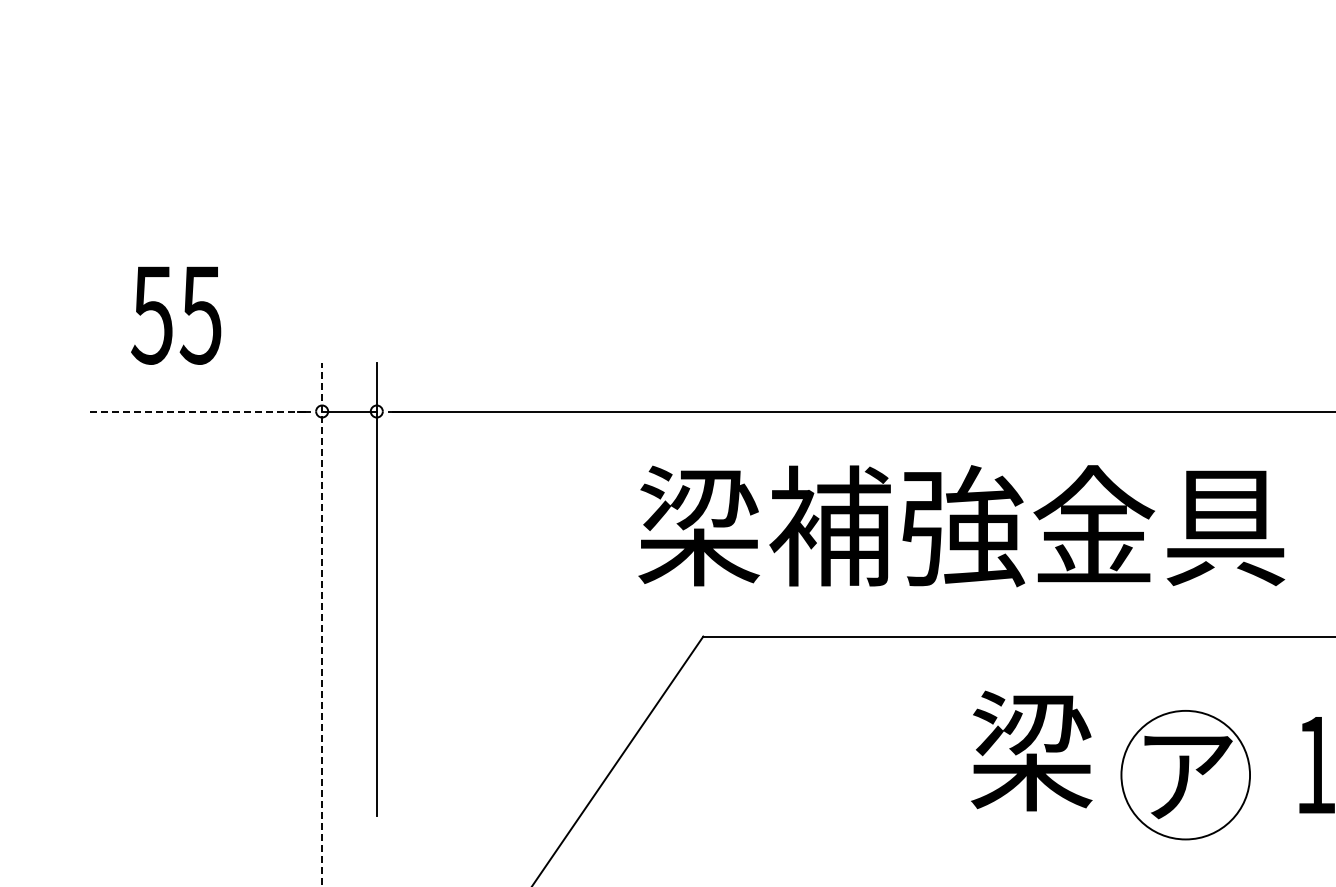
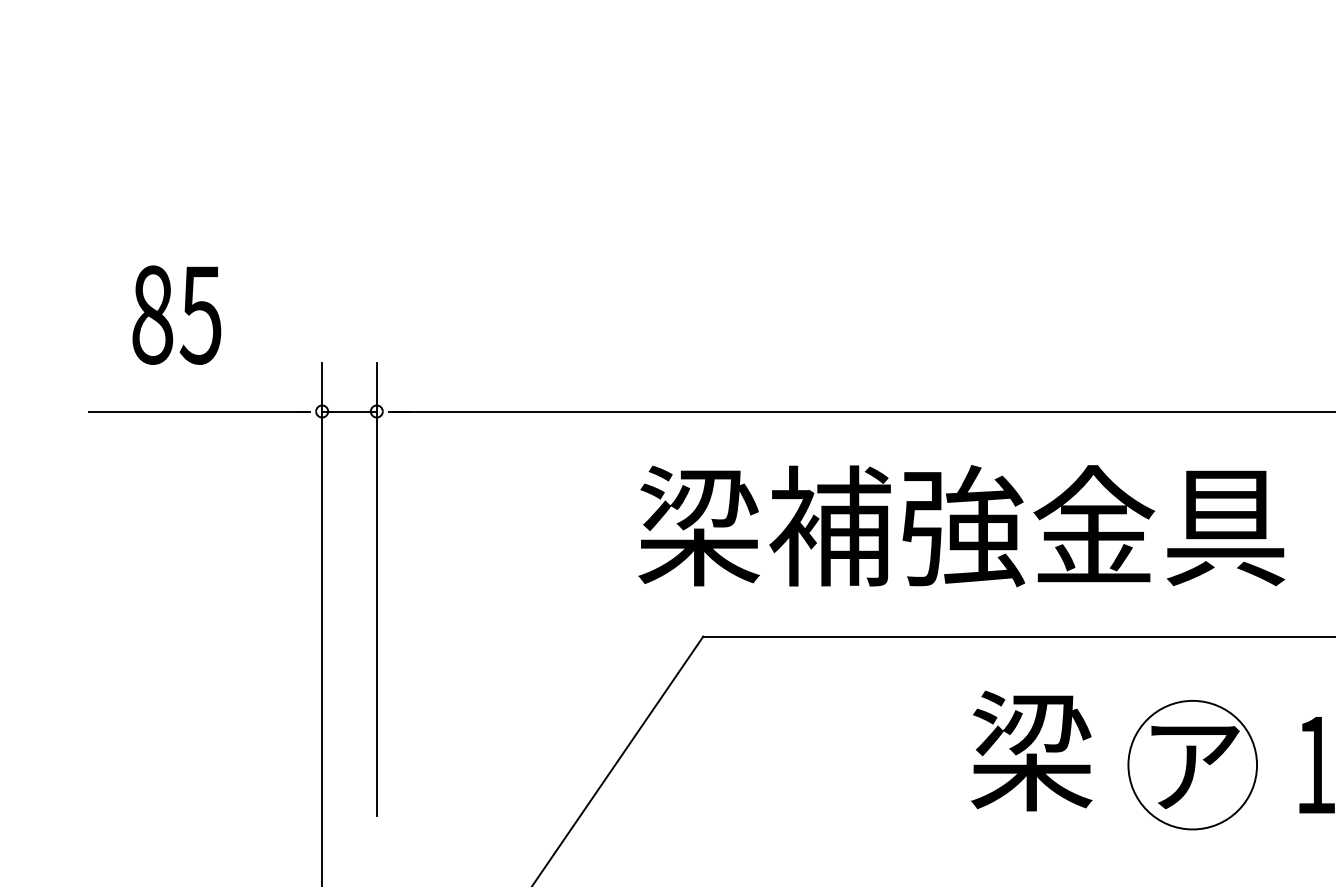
text at (152, 314): 55 -> 85
line at (197, 411): dashed -> solid
line at (322, 624): dashed -> solid
part at (1185, 775) position: (1185, 775) -> (1192, 765)
